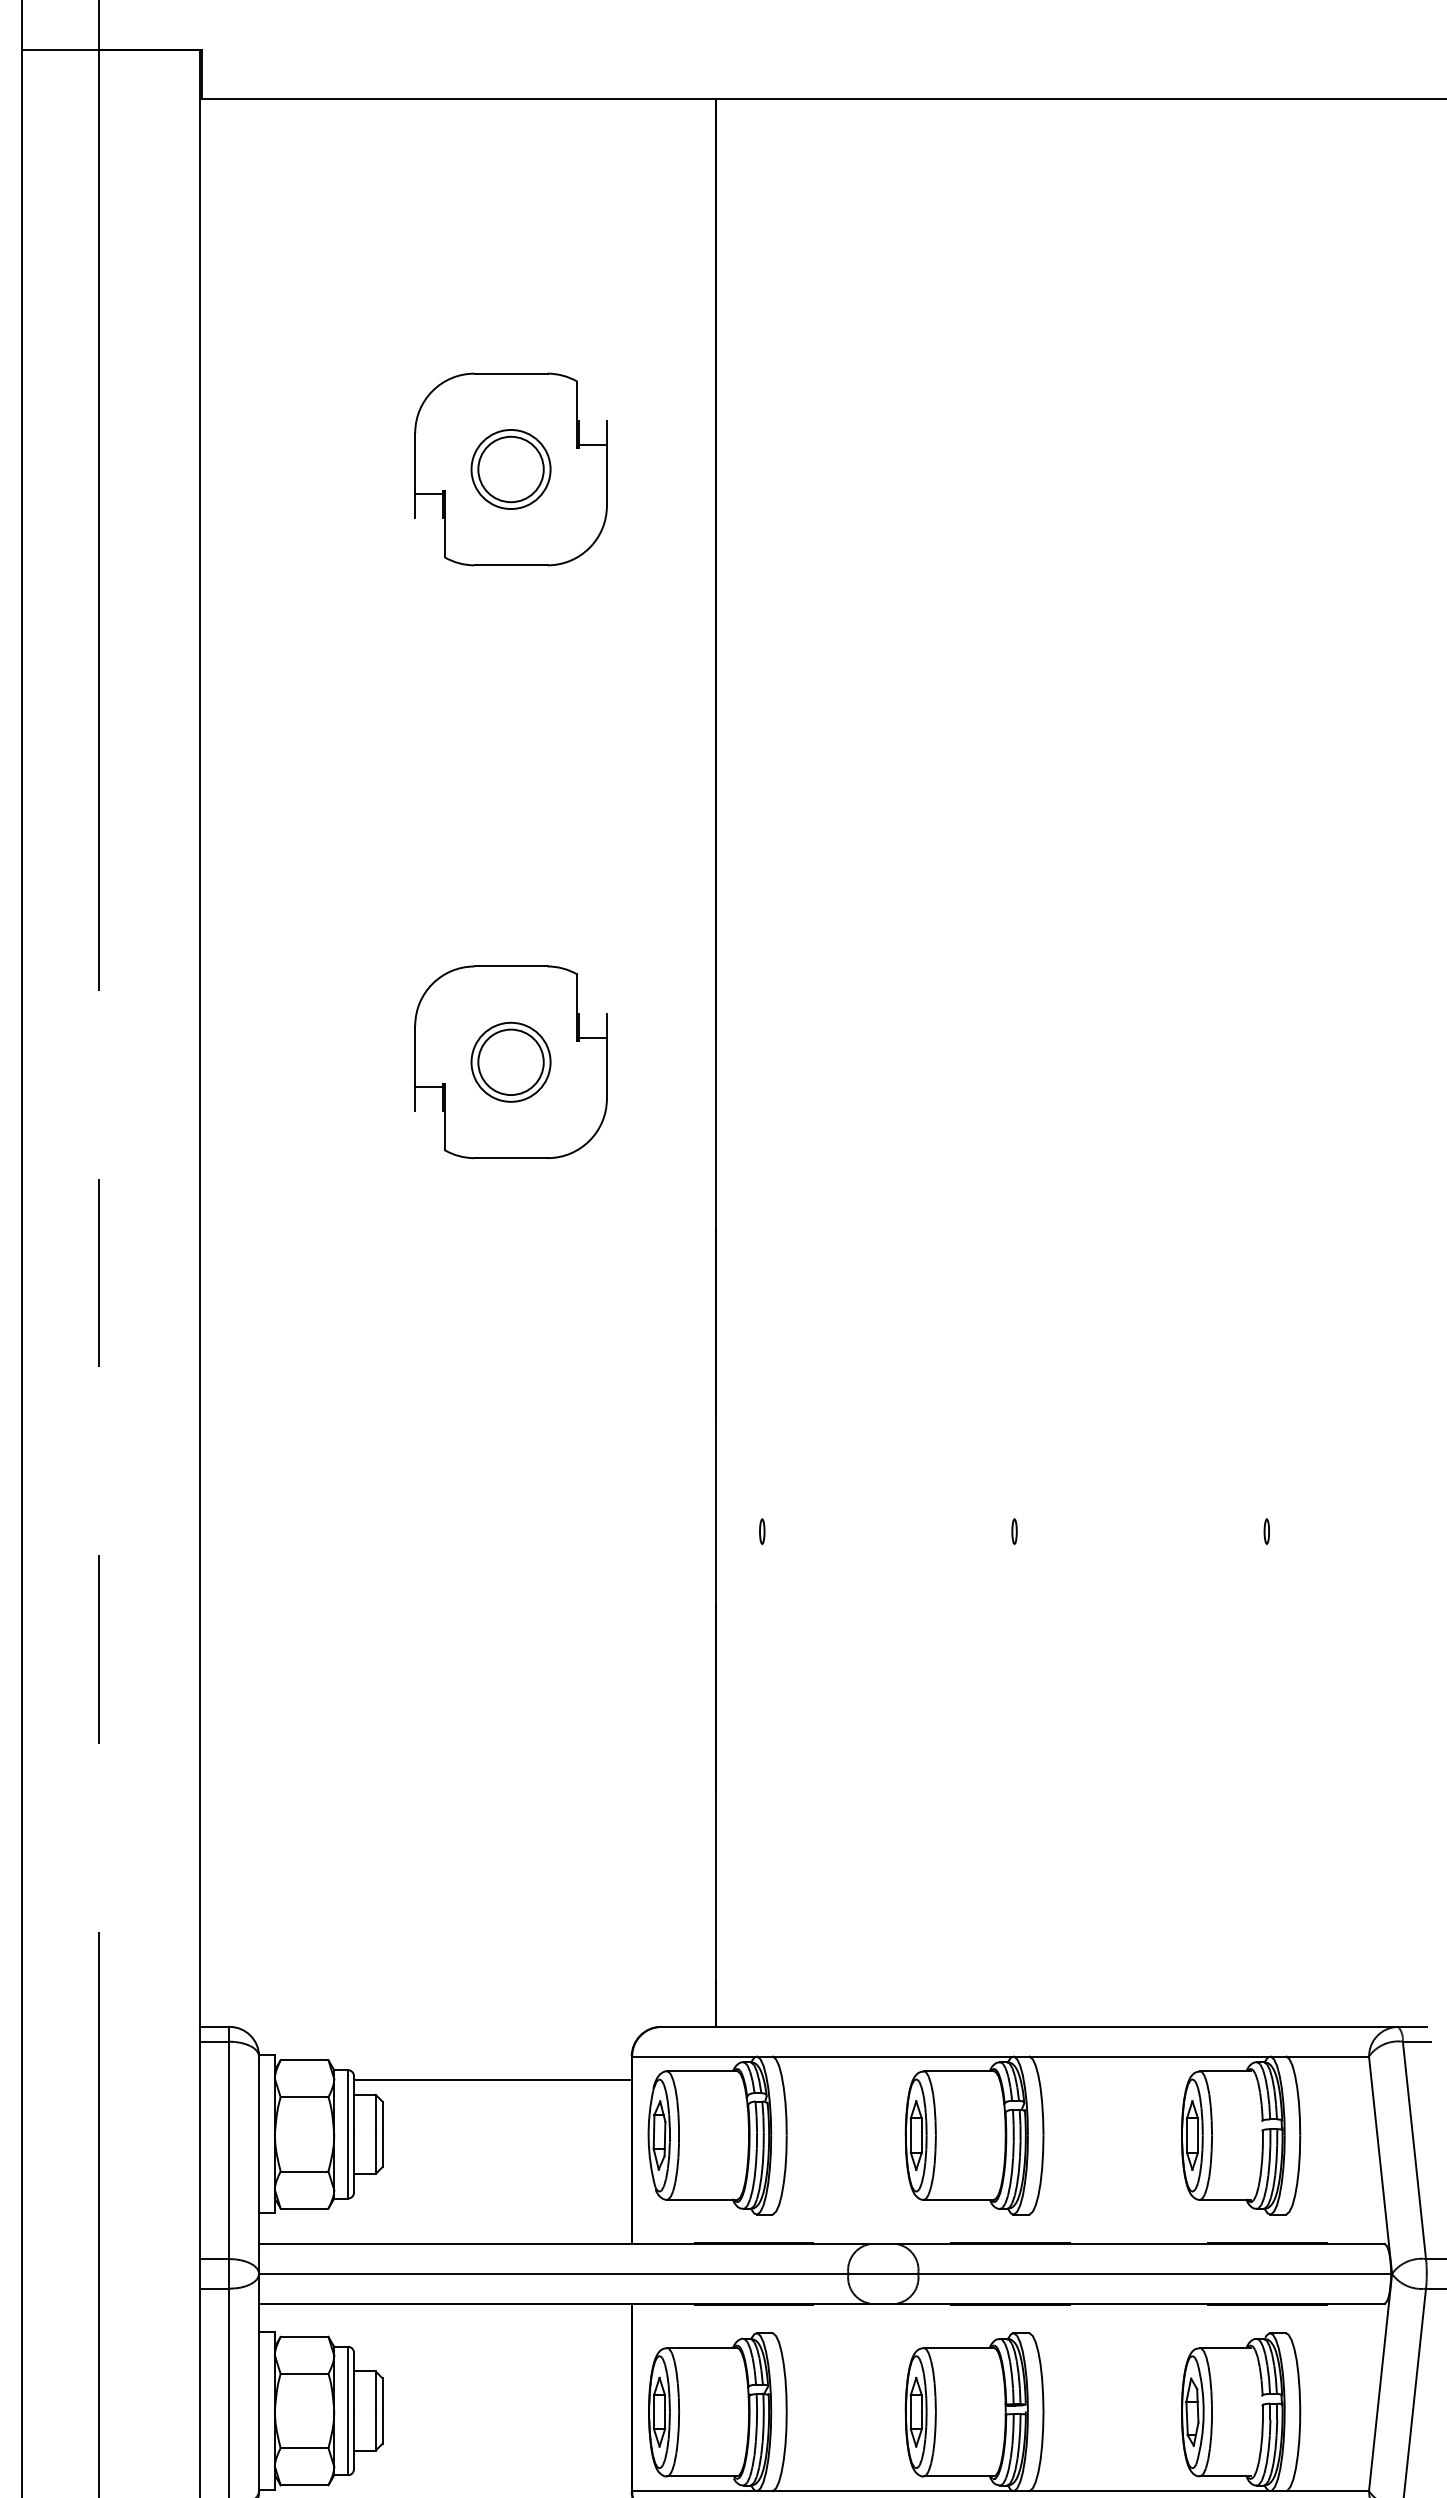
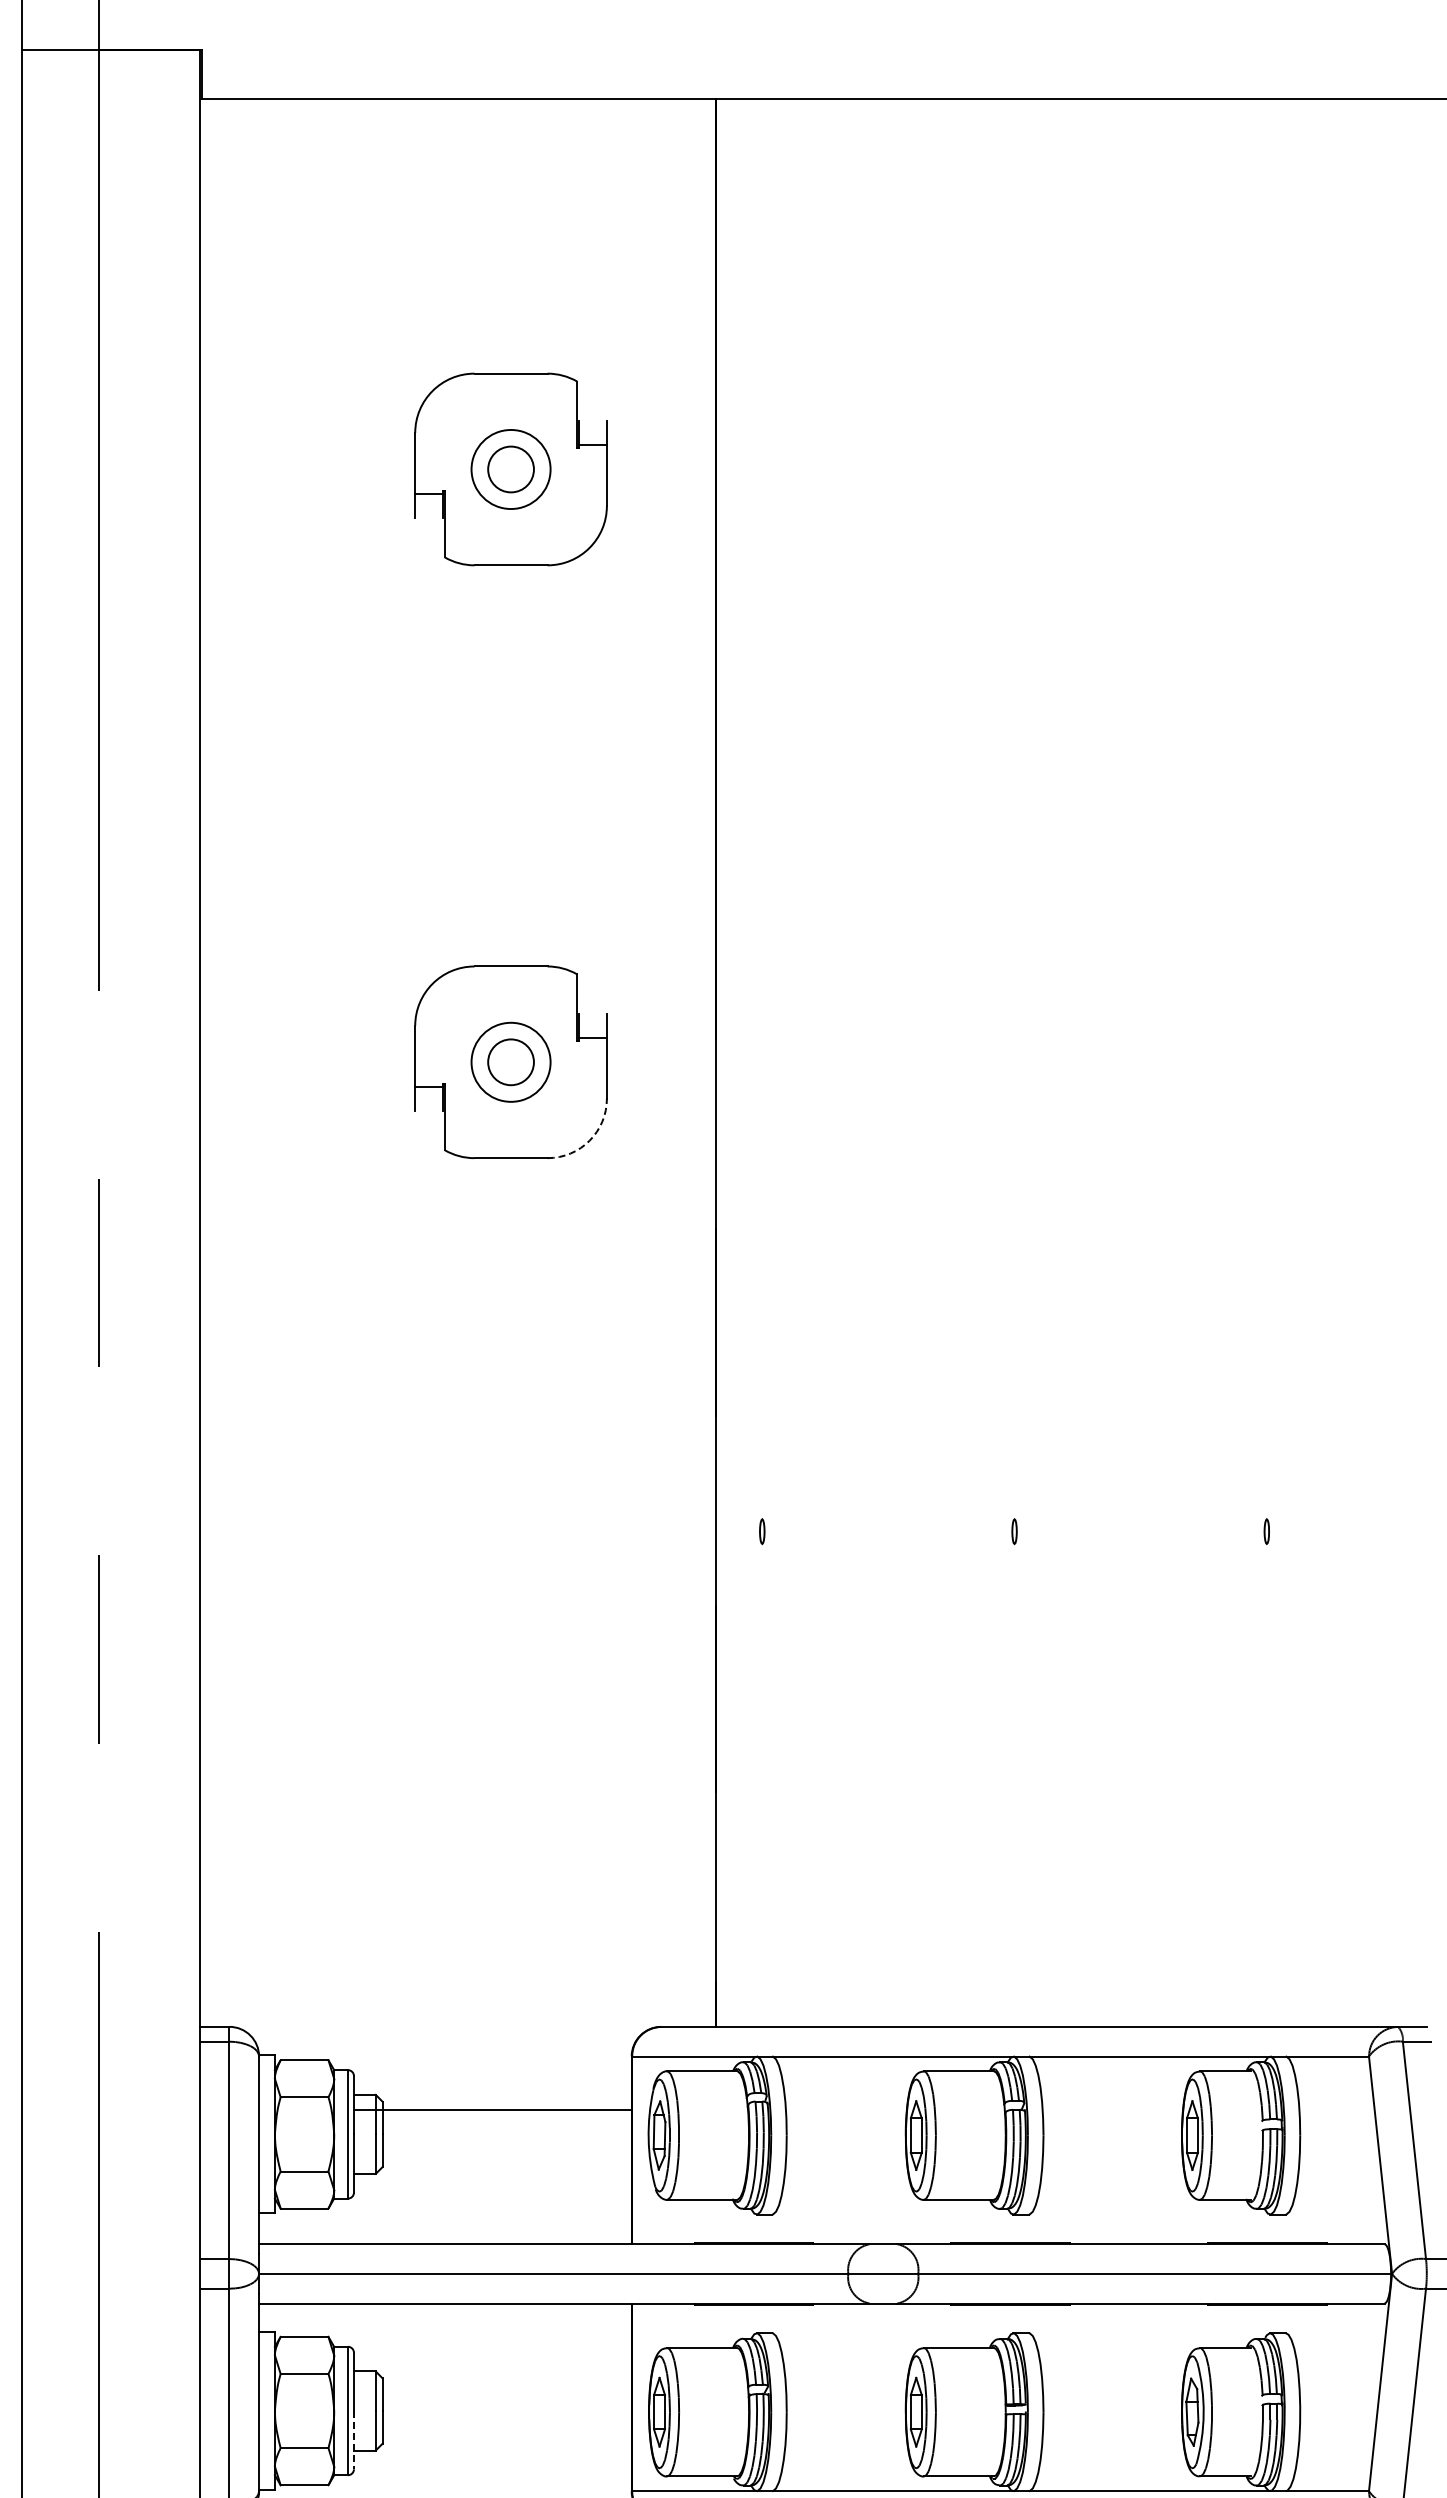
circle at (510, 469) diameter: 65 px -> 46 px
circle at (510, 1062) diameter: 65 px -> 46 px
arc at (589, 1140): solid -> dashed
line at (492, 2080) position: (492, 2080) -> (492, 2110)
line at (353, 2440): solid -> dashed
